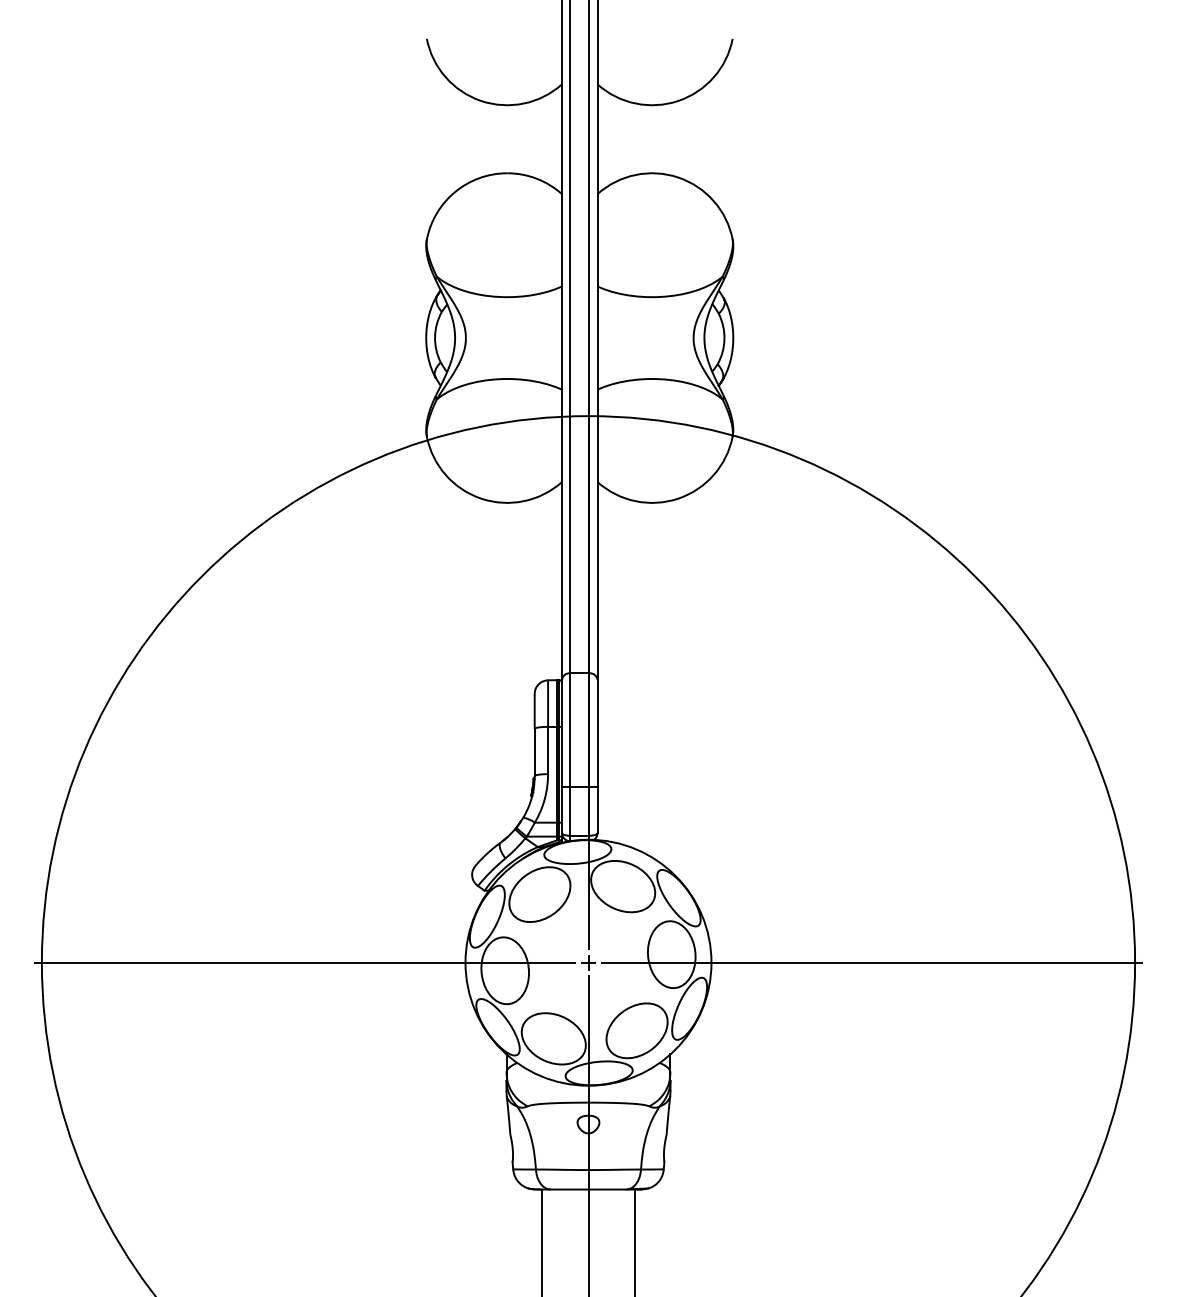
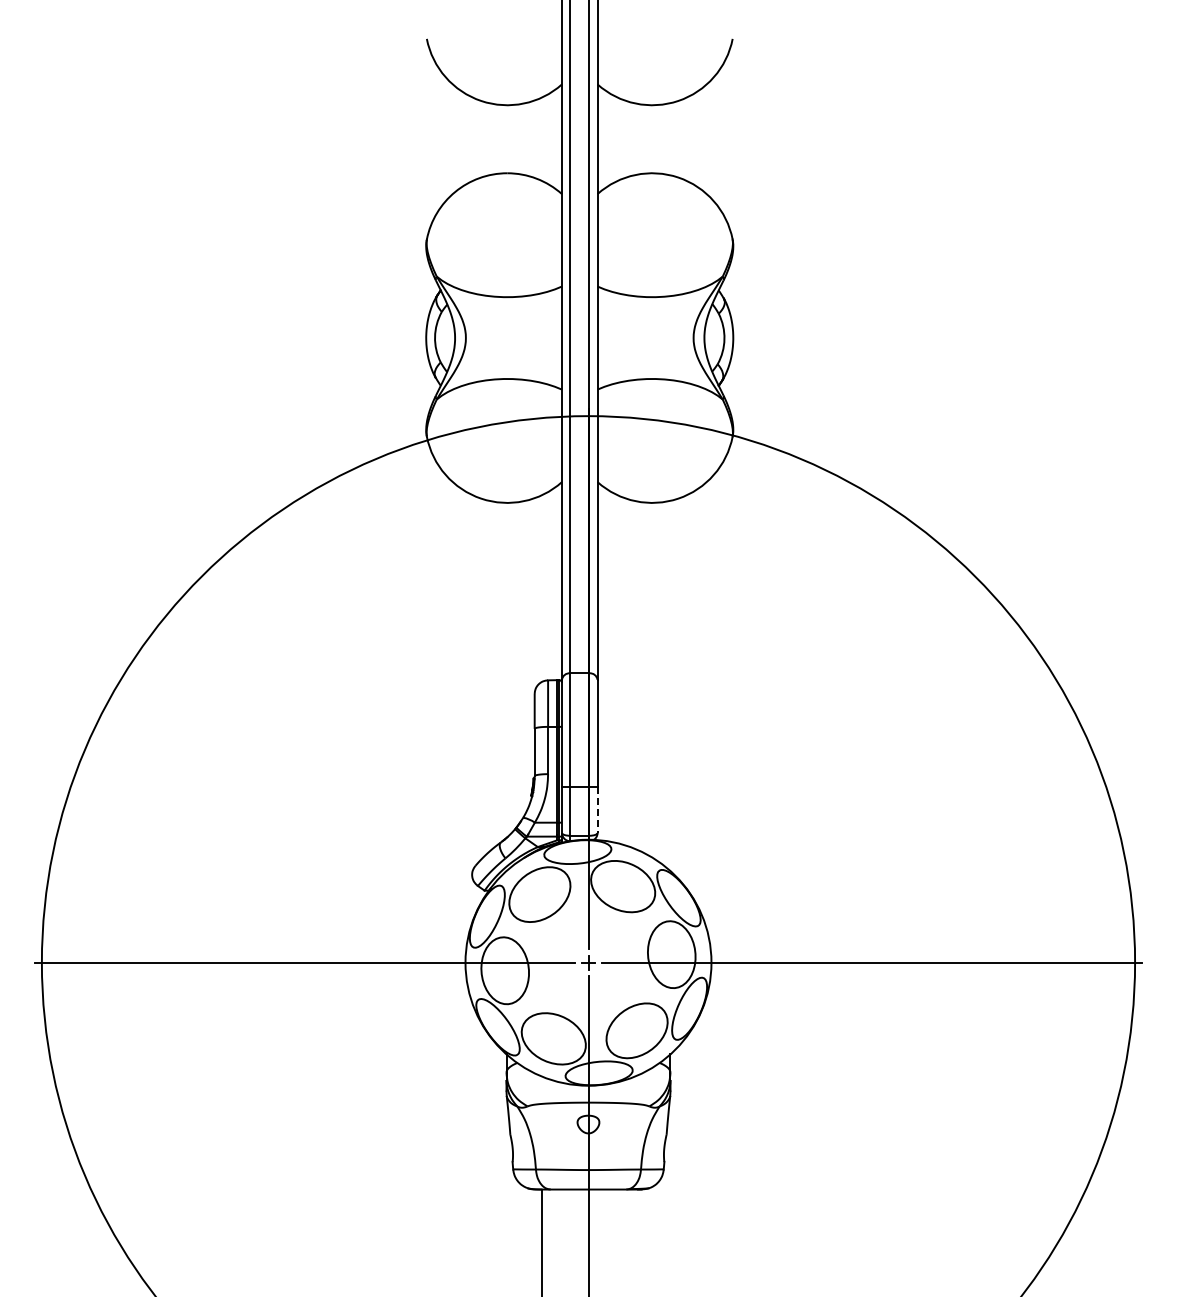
line at (597, 810): solid -> dashed
line at (634, 1241): present -> none
